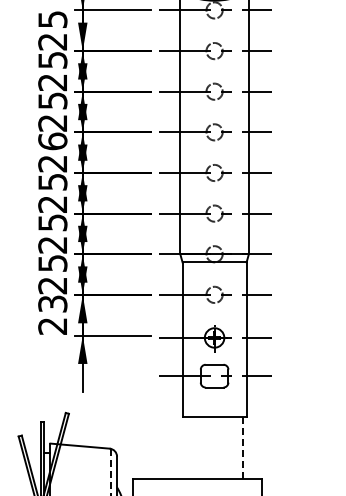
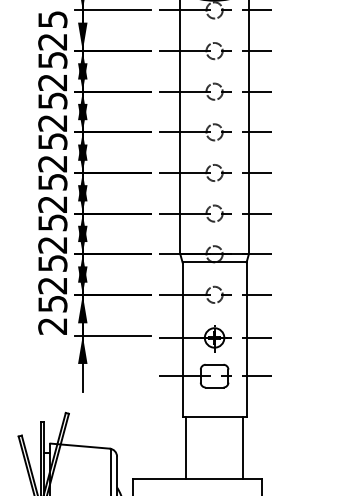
text at (52, 141): 26 -> 25
text at (52, 303): 23 -> 25
line at (186, 447): none -> present
line at (243, 447): dashed -> solid
line at (110, 472): dashed -> solid
